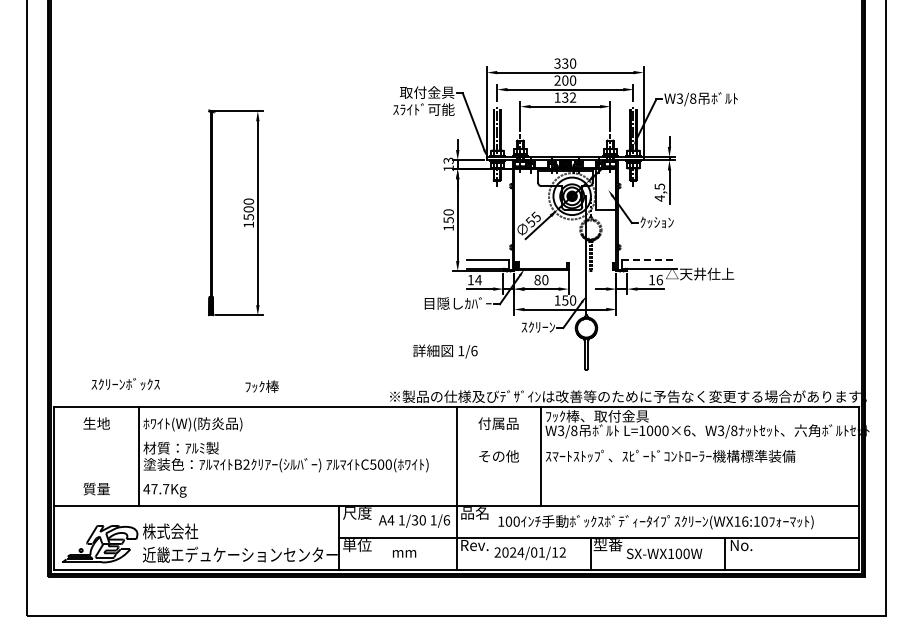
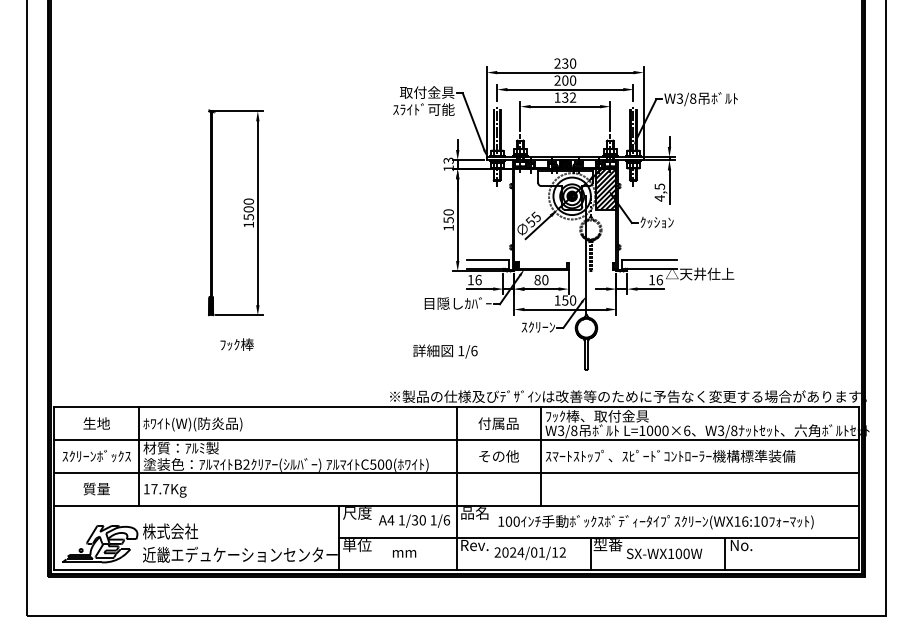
text at (557, 63): 330 -> 230
hatch at (606, 189): none -> present
line at (649, 260): dashed -> solid
text at (478, 279): 14 -> 16
text at (125, 384) position: (125, 384) -> (96, 456)
text at (261, 386) position: (261, 386) -> (236, 344)
line at (456, 440): none -> present
line at (456, 472): none -> present
text at (146, 489): 47.7Kg -> 17.7Kg
